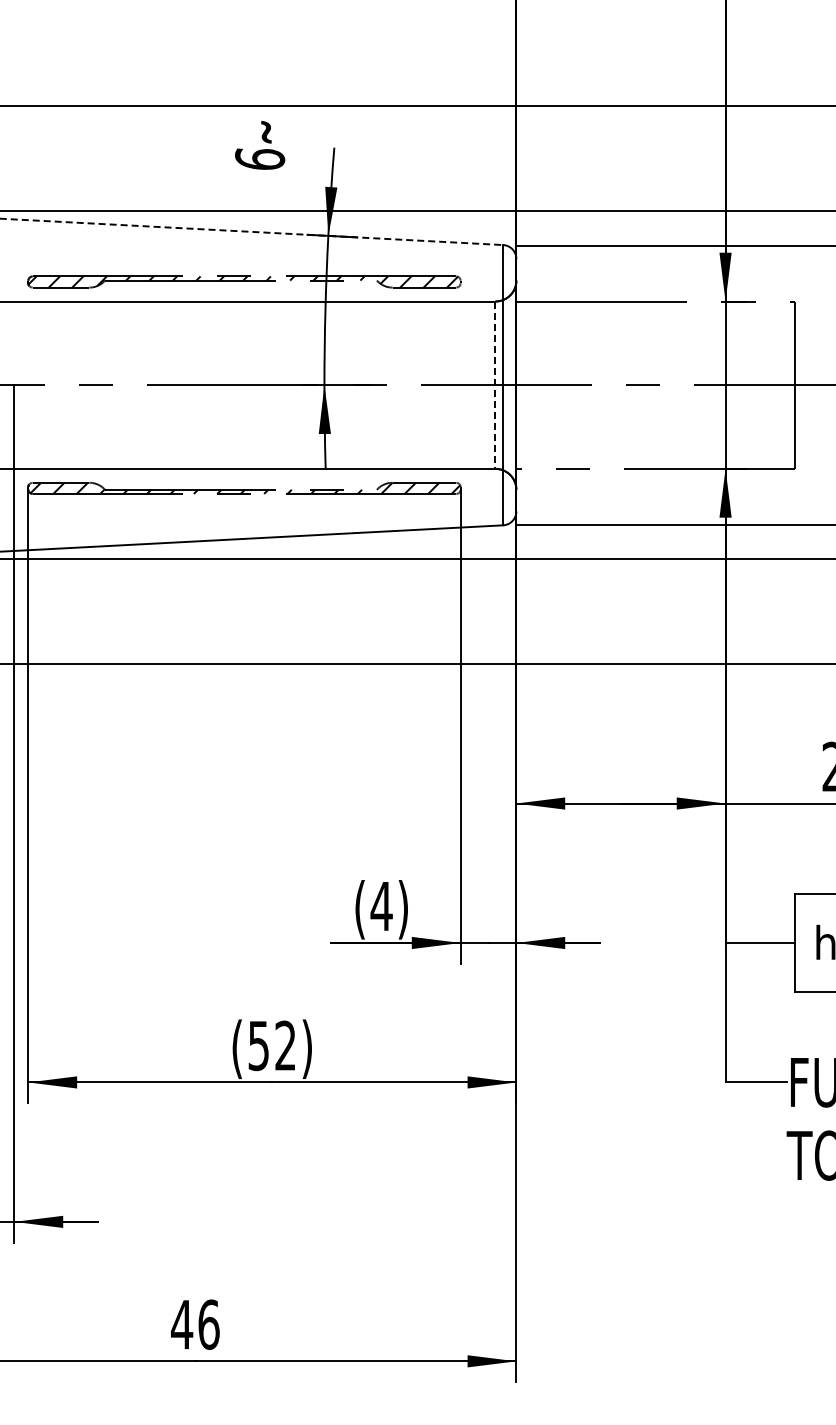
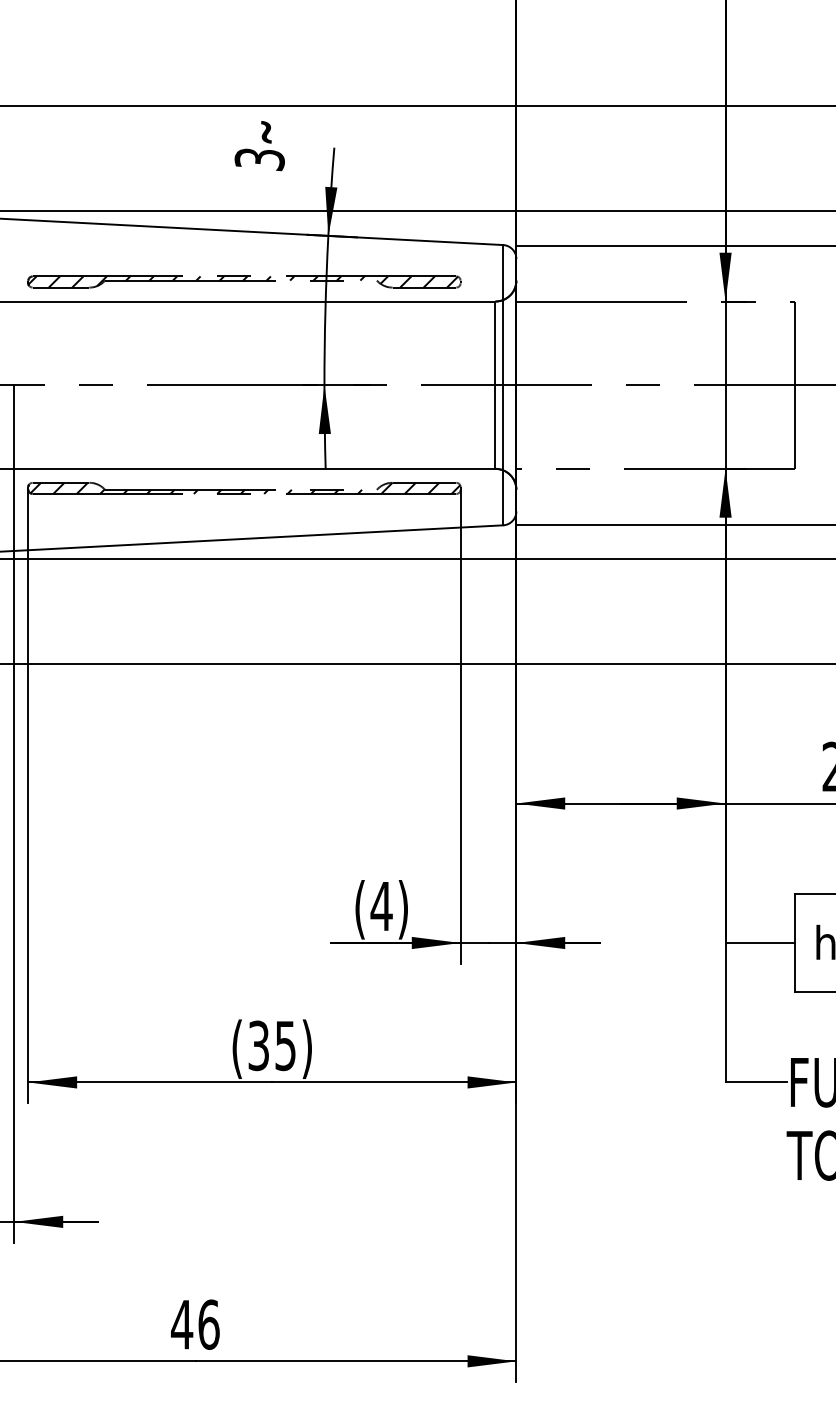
text at (259, 159): 6 -> 3
line at (251, 231): dashed -> solid
line at (495, 385): dashed -> solid
text at (272, 1045): (52) -> (35)
